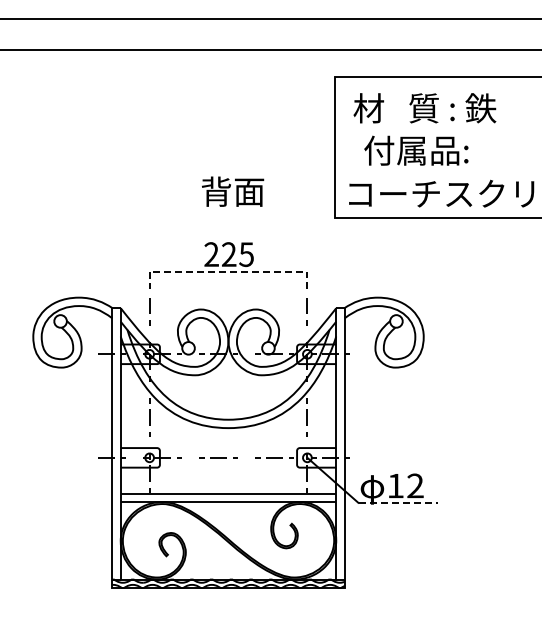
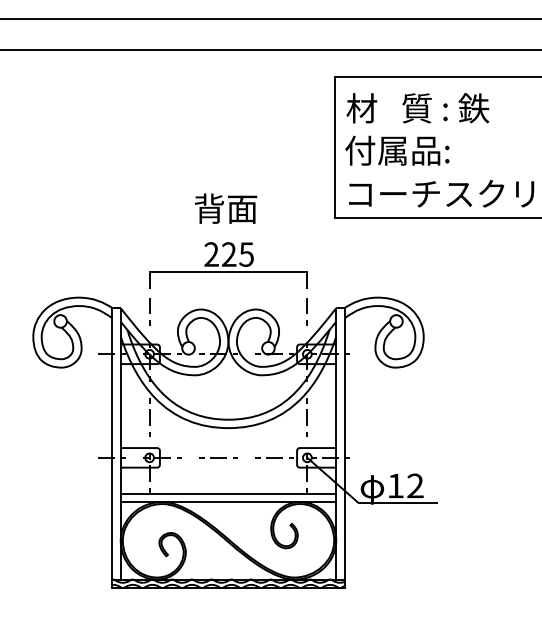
text at (424, 108) position: (424, 108) -> (417, 108)
text at (416, 150) position: (416, 150) -> (397, 150)
text at (233, 191) position: (233, 191) -> (226, 208)
line at (228, 271): dashed -> solid
line at (398, 503): dashed -> solid
